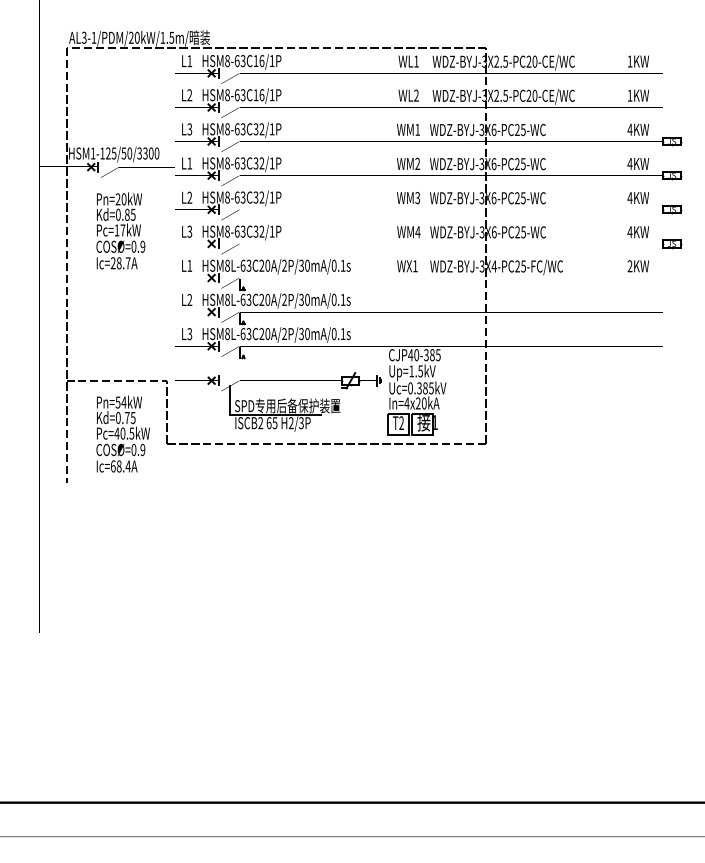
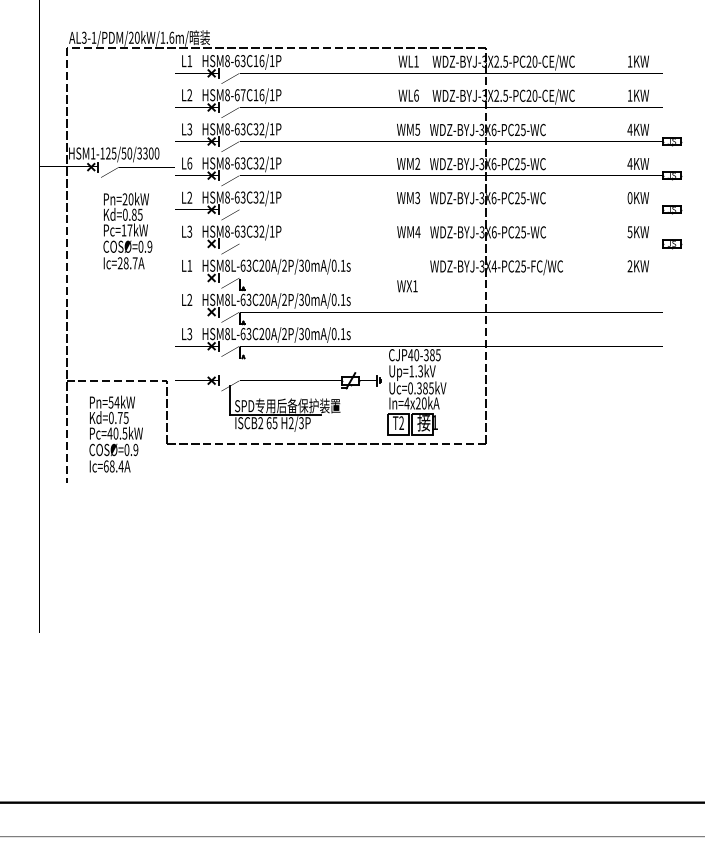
text at (171, 37): AL3-1/PDM/20kW/1.5m/ -> AL3-1/PDM/20kW/1.6m/
text at (242, 95): HSM8-63C16/1P -> HSM8-67C16/1P
text at (416, 95): WL2 -> WL6
text at (417, 129): WM1 -> WM5
text at (189, 163): L1 -> L6
text at (629, 198): 4KW -> 0KW
text at (120, 230) position: (120, 230) -> (127, 230)
text at (629, 232): 4KW -> 5KW
text at (407, 266) position: (407, 266) -> (407, 286)
text at (420, 370): Up=1.5kV -> Up=1.3kV
text at (122, 433) position: (122, 433) -> (115, 433)
